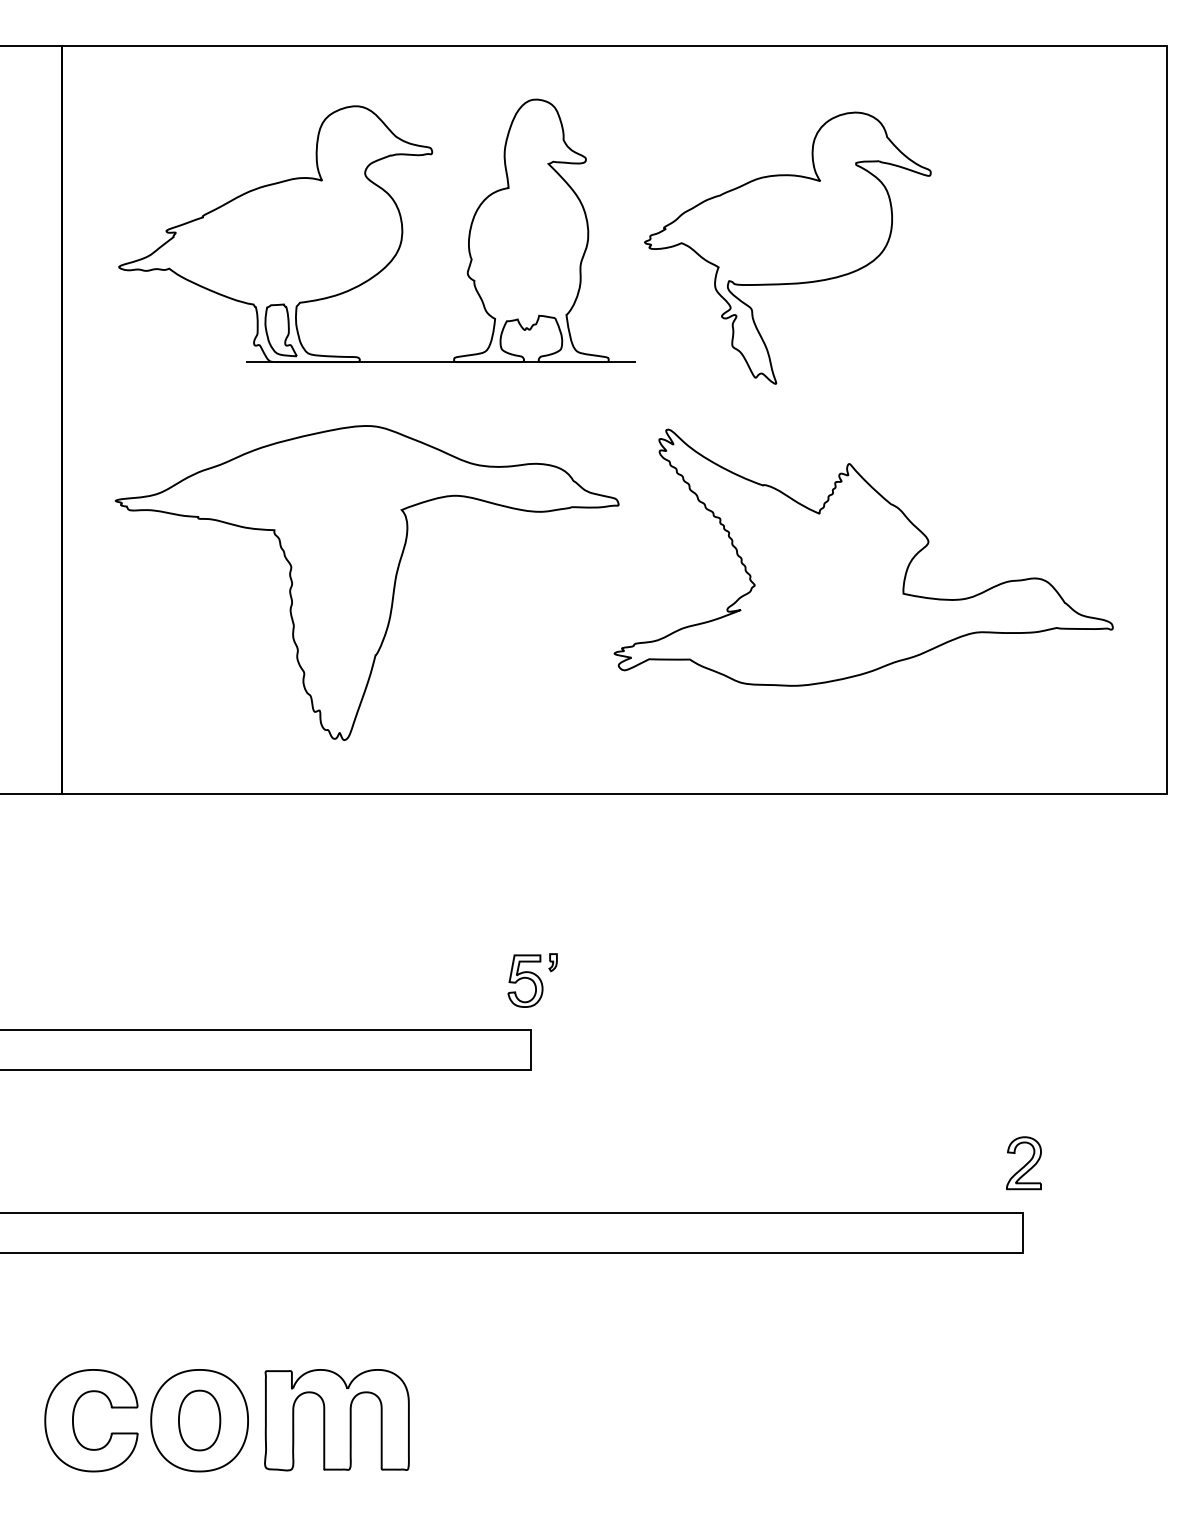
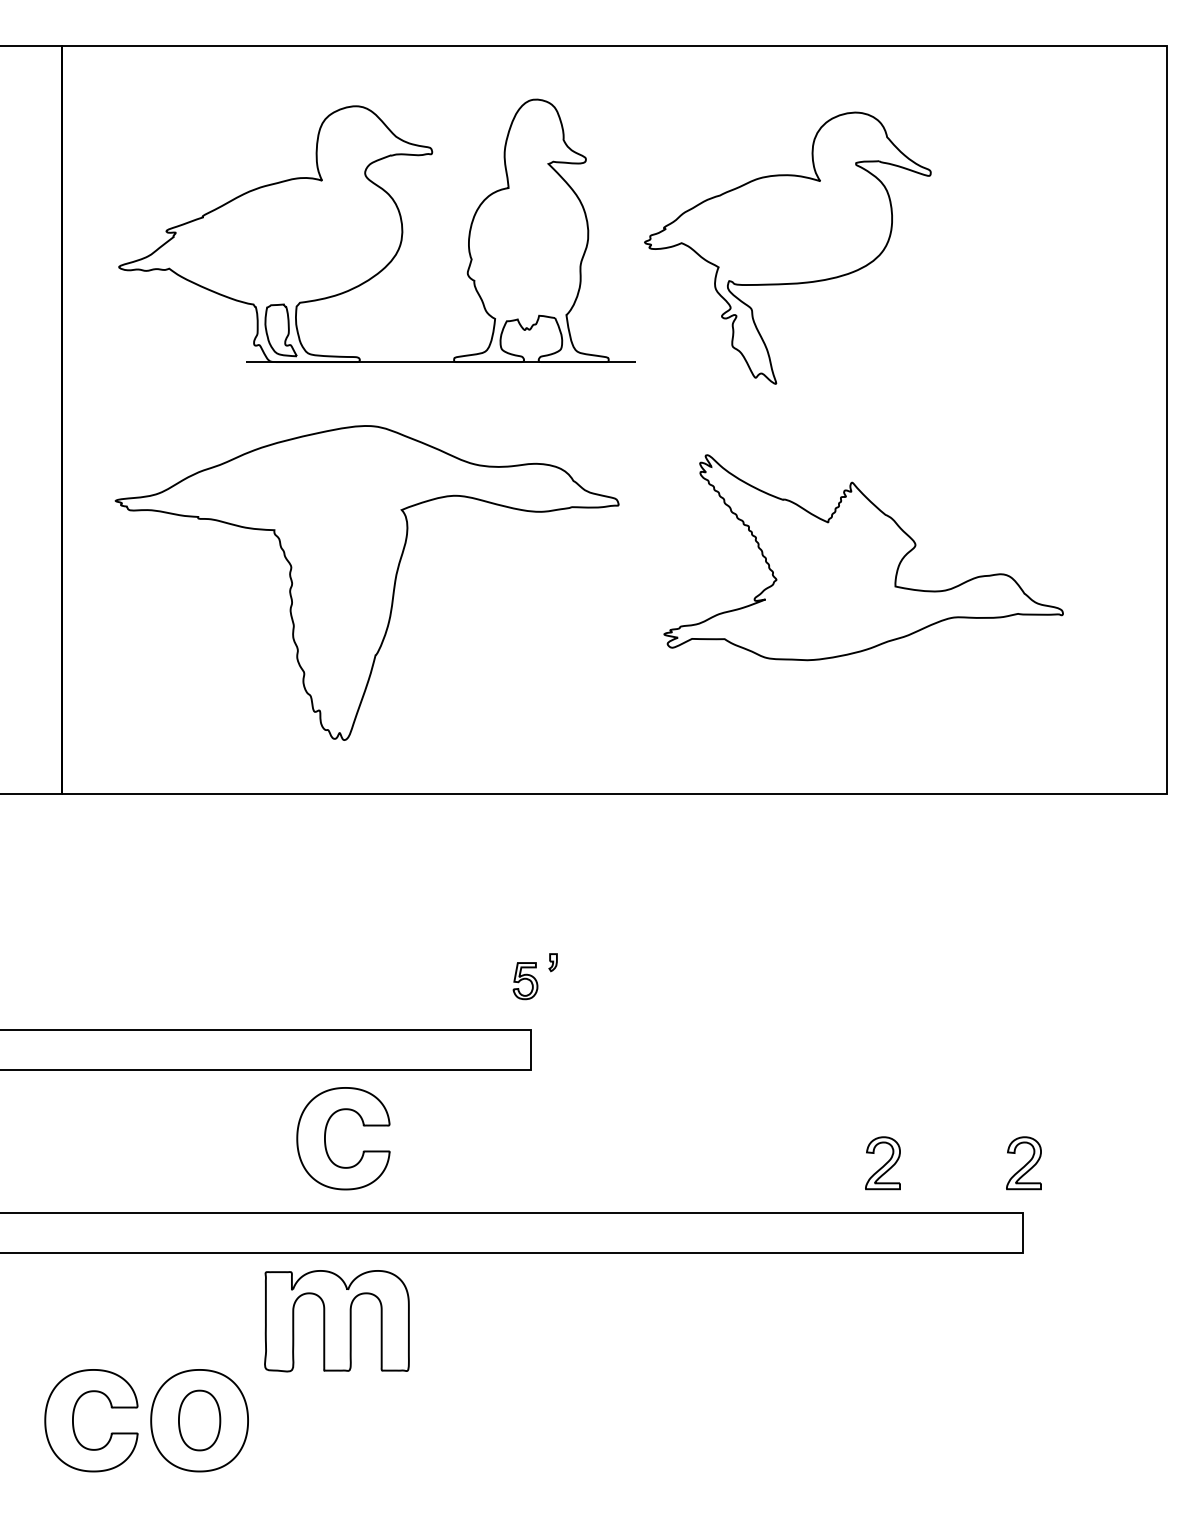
part at (863, 557) size: 501x259 px -> 401x208 px
part at (525, 980) size: 37x54 px -> 27x39 px
part at (326, 1133): none -> present
part at (882, 1163): none -> present
part at (336, 1420) position: (336, 1420) -> (336, 1321)
